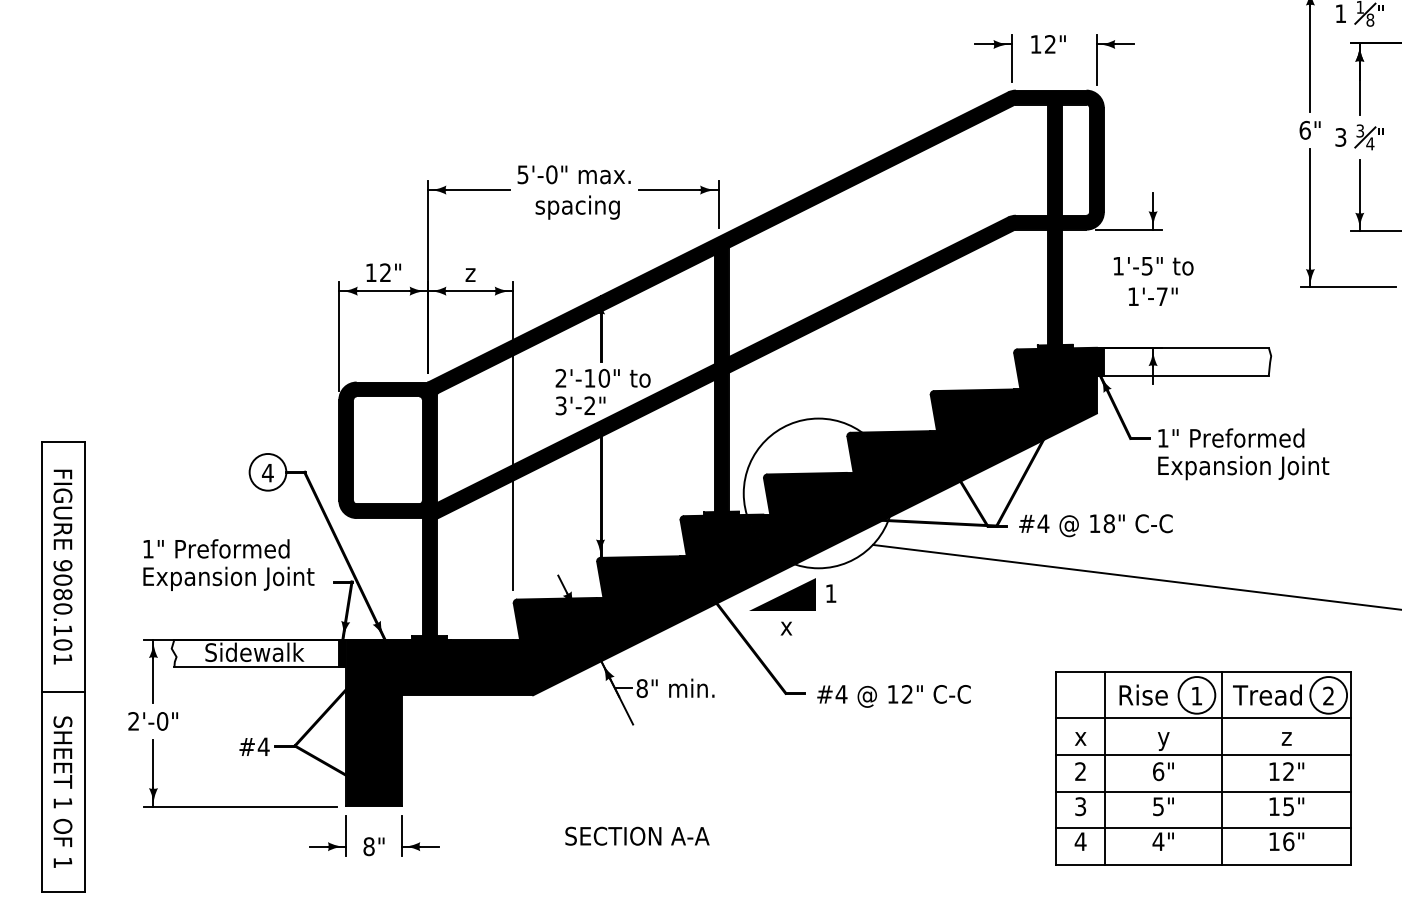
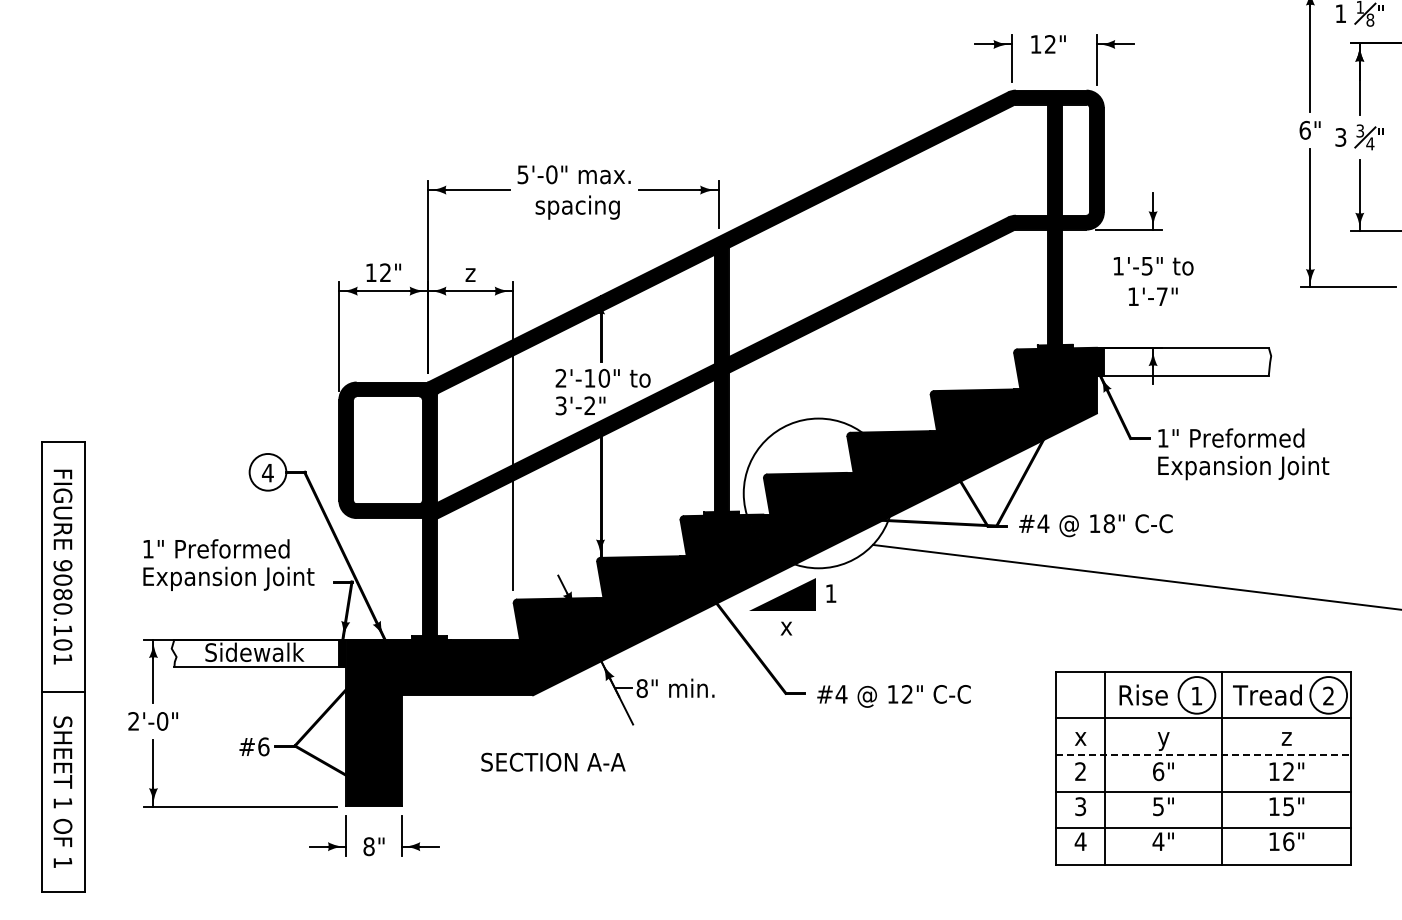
text at (263, 746): #4 -> #6
line at (1204, 755): solid -> dashed
text at (637, 835) position: (637, 835) -> (553, 761)
